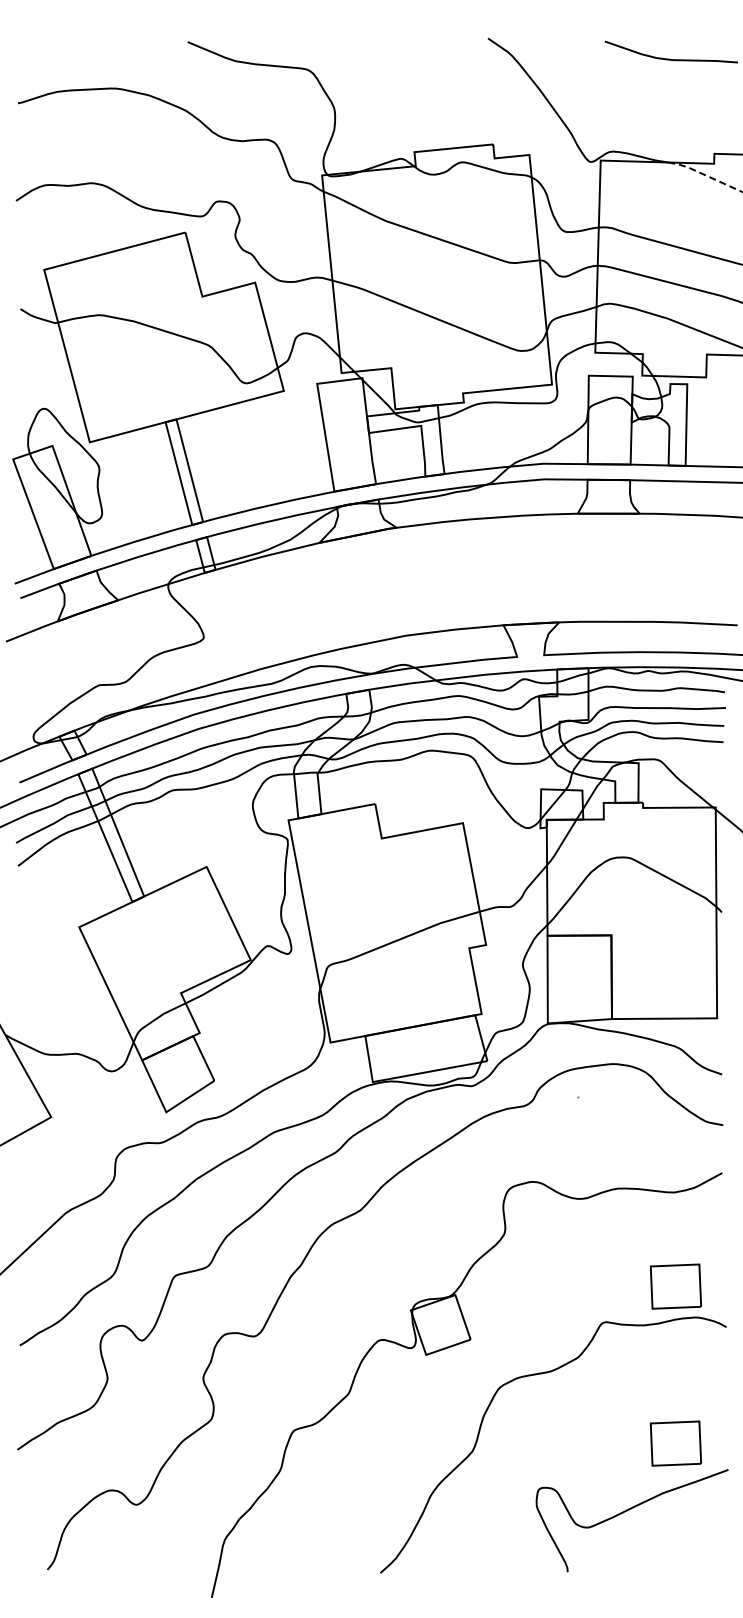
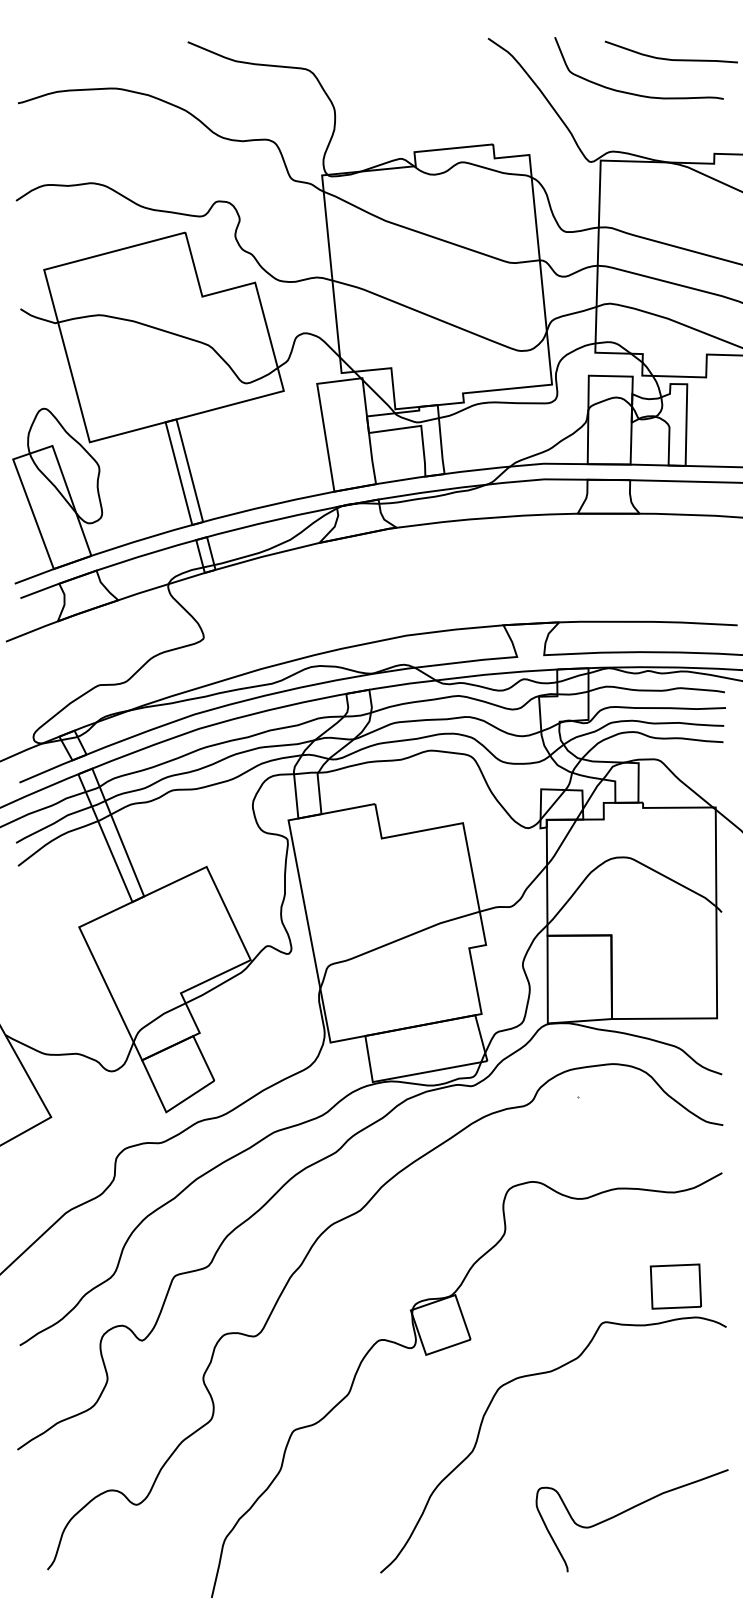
curve at (635, 93): none -> present
line at (705, 175): dashed -> solid
part at (675, 1443): present -> none
